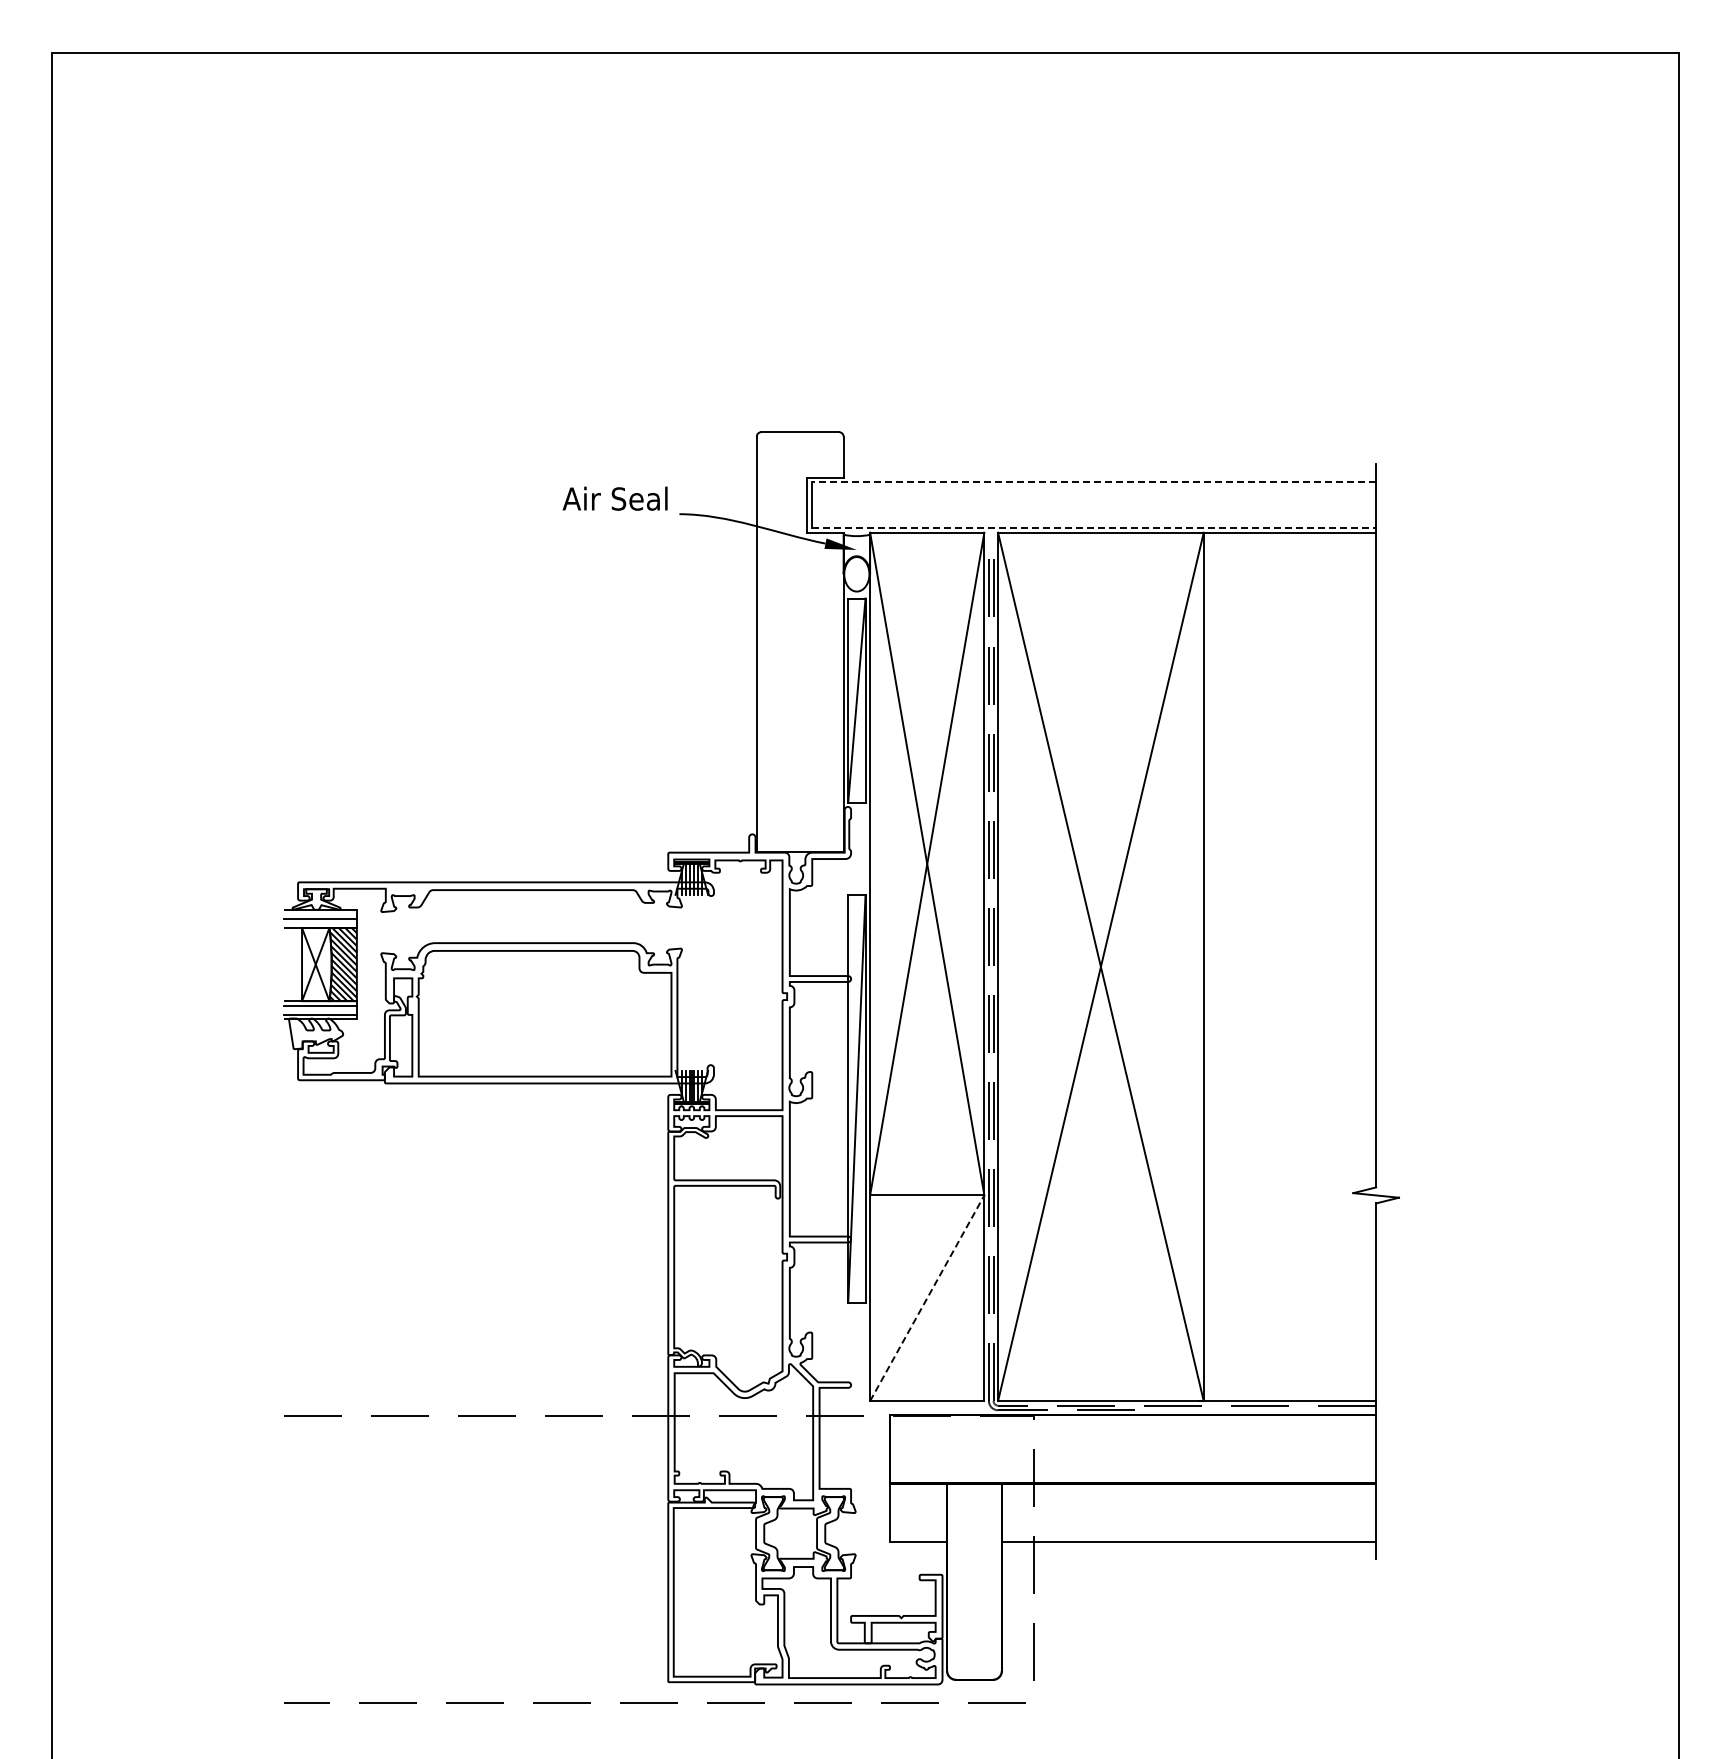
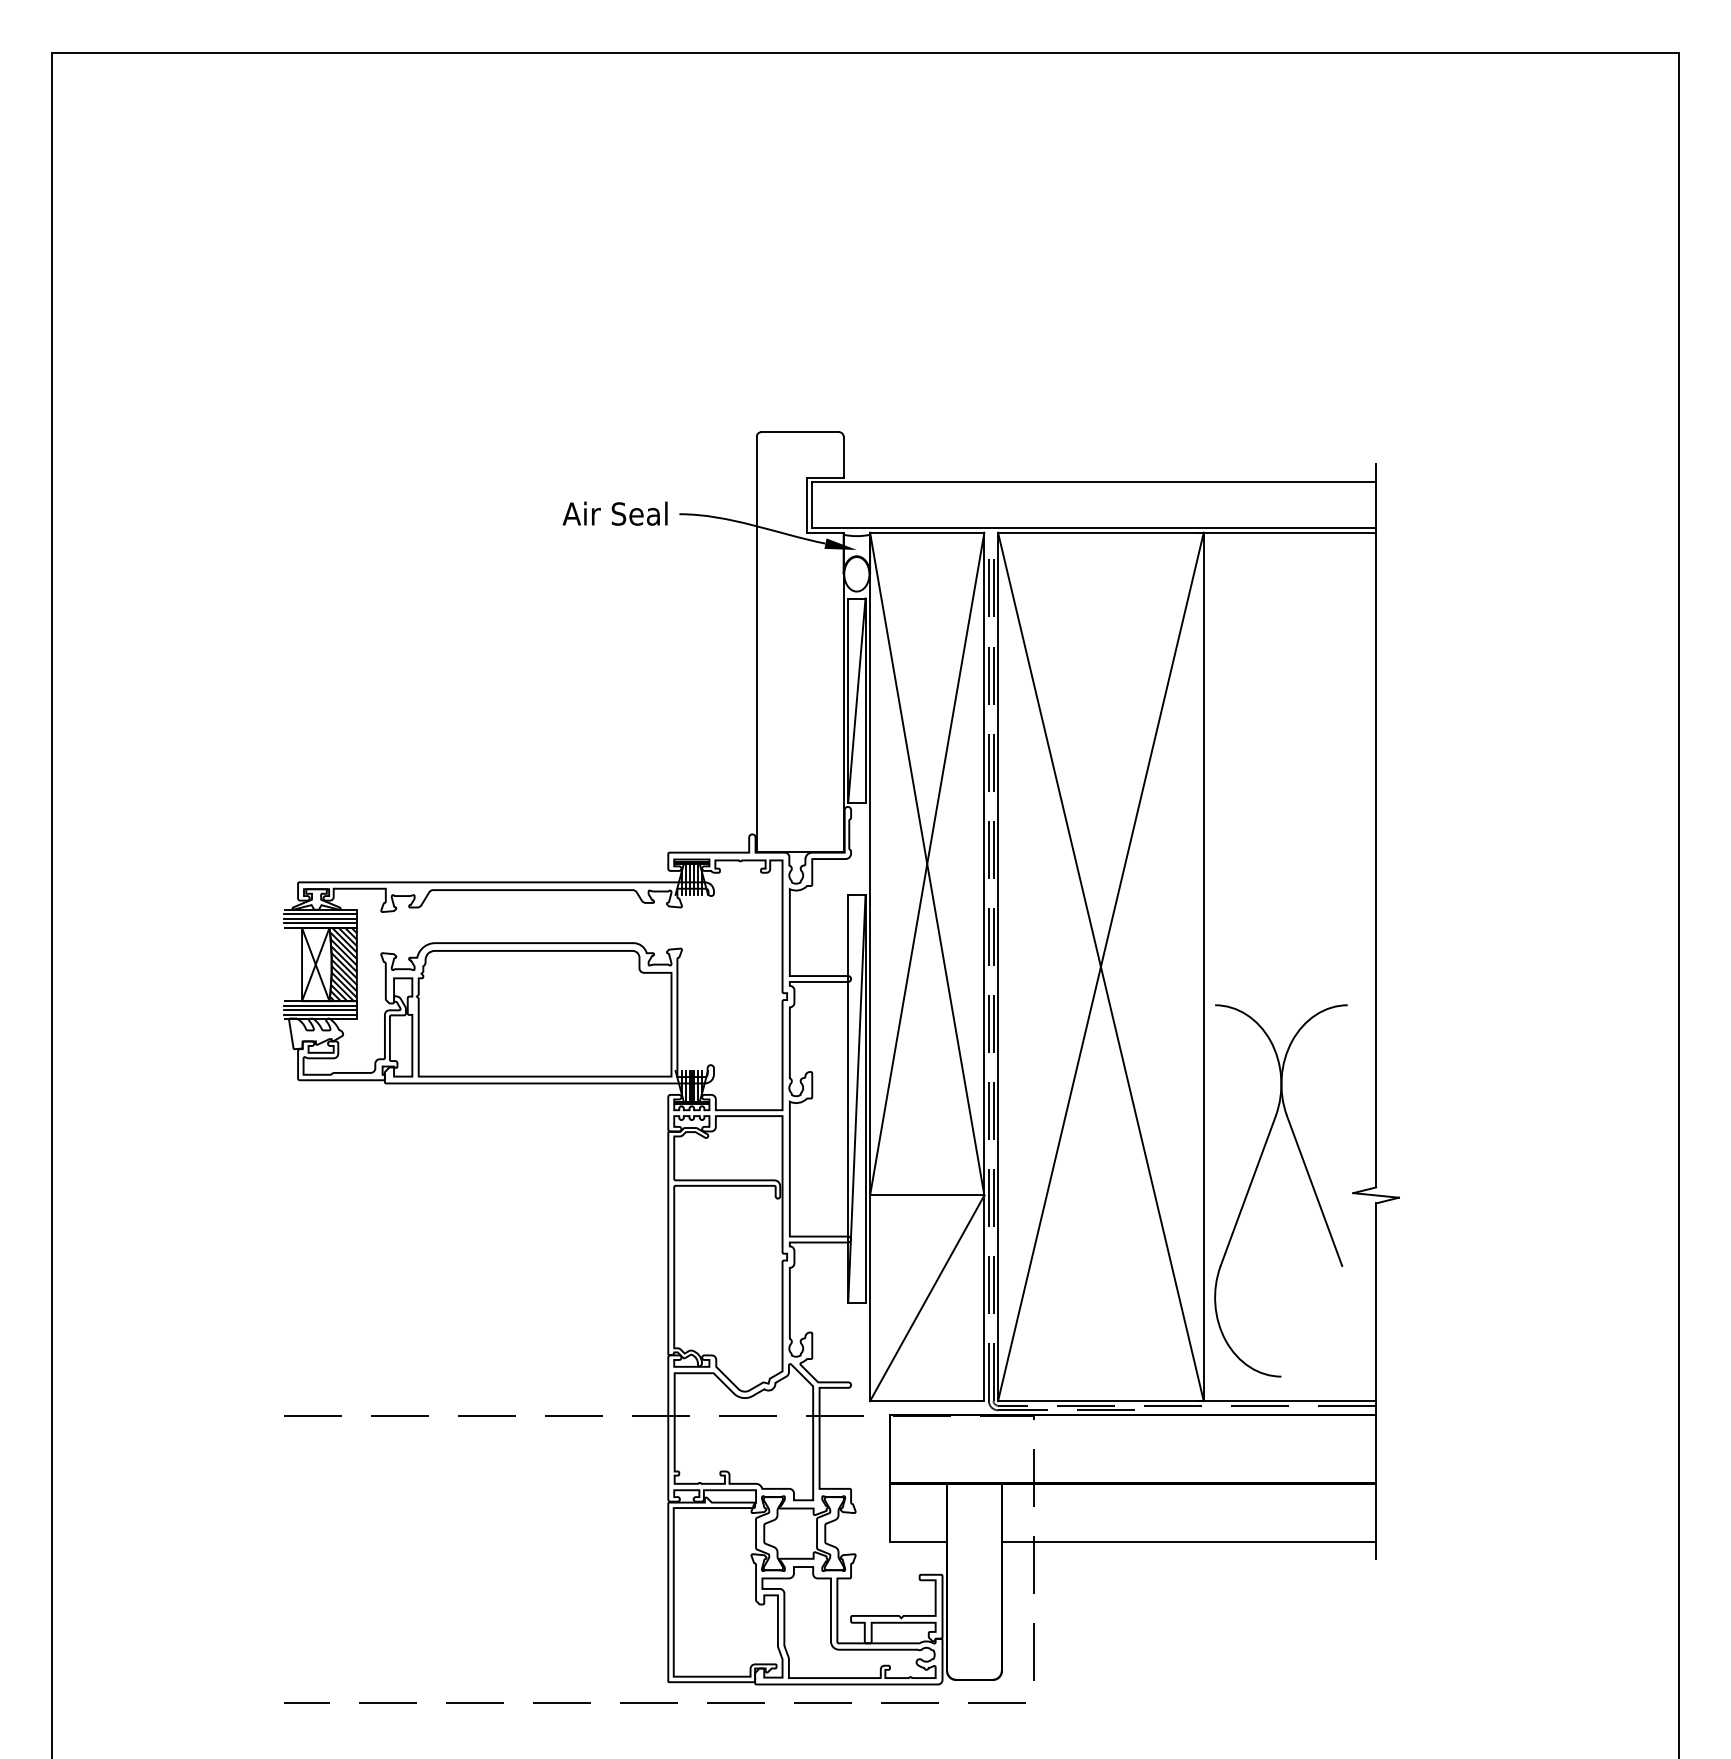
line at (1093, 482): dashed -> solid
text at (614, 498) position: (614, 498) -> (614, 513)
line at (1094, 528): dashed -> solid
line at (319, 914): none -> present
line at (319, 923): none -> present
line at (319, 1010): none -> present
part at (1253, 1180): none -> present
line at (927, 1298): dashed -> solid
